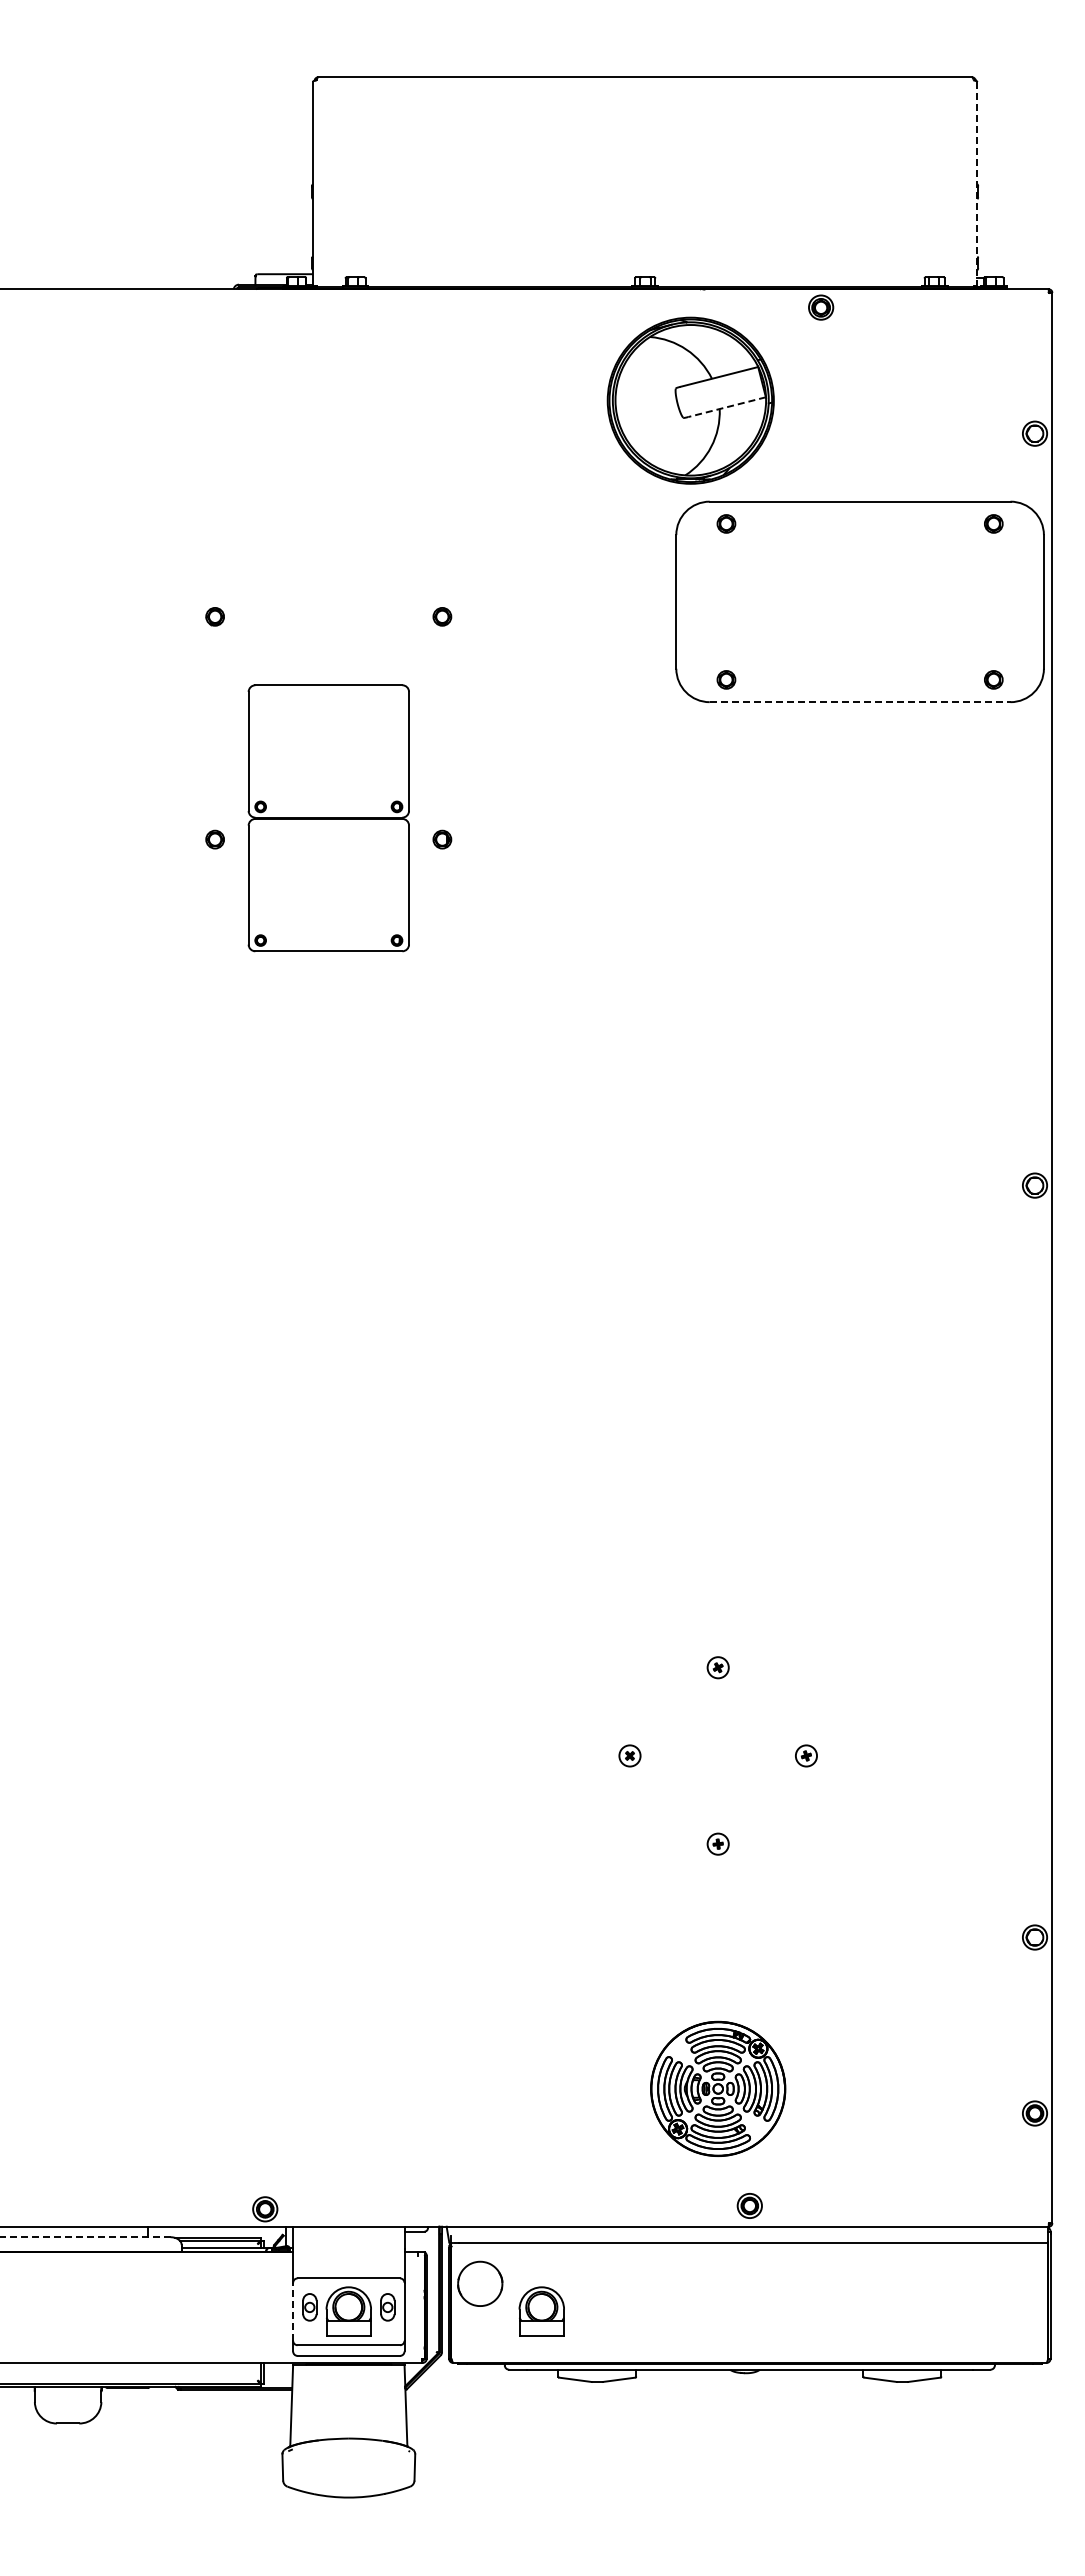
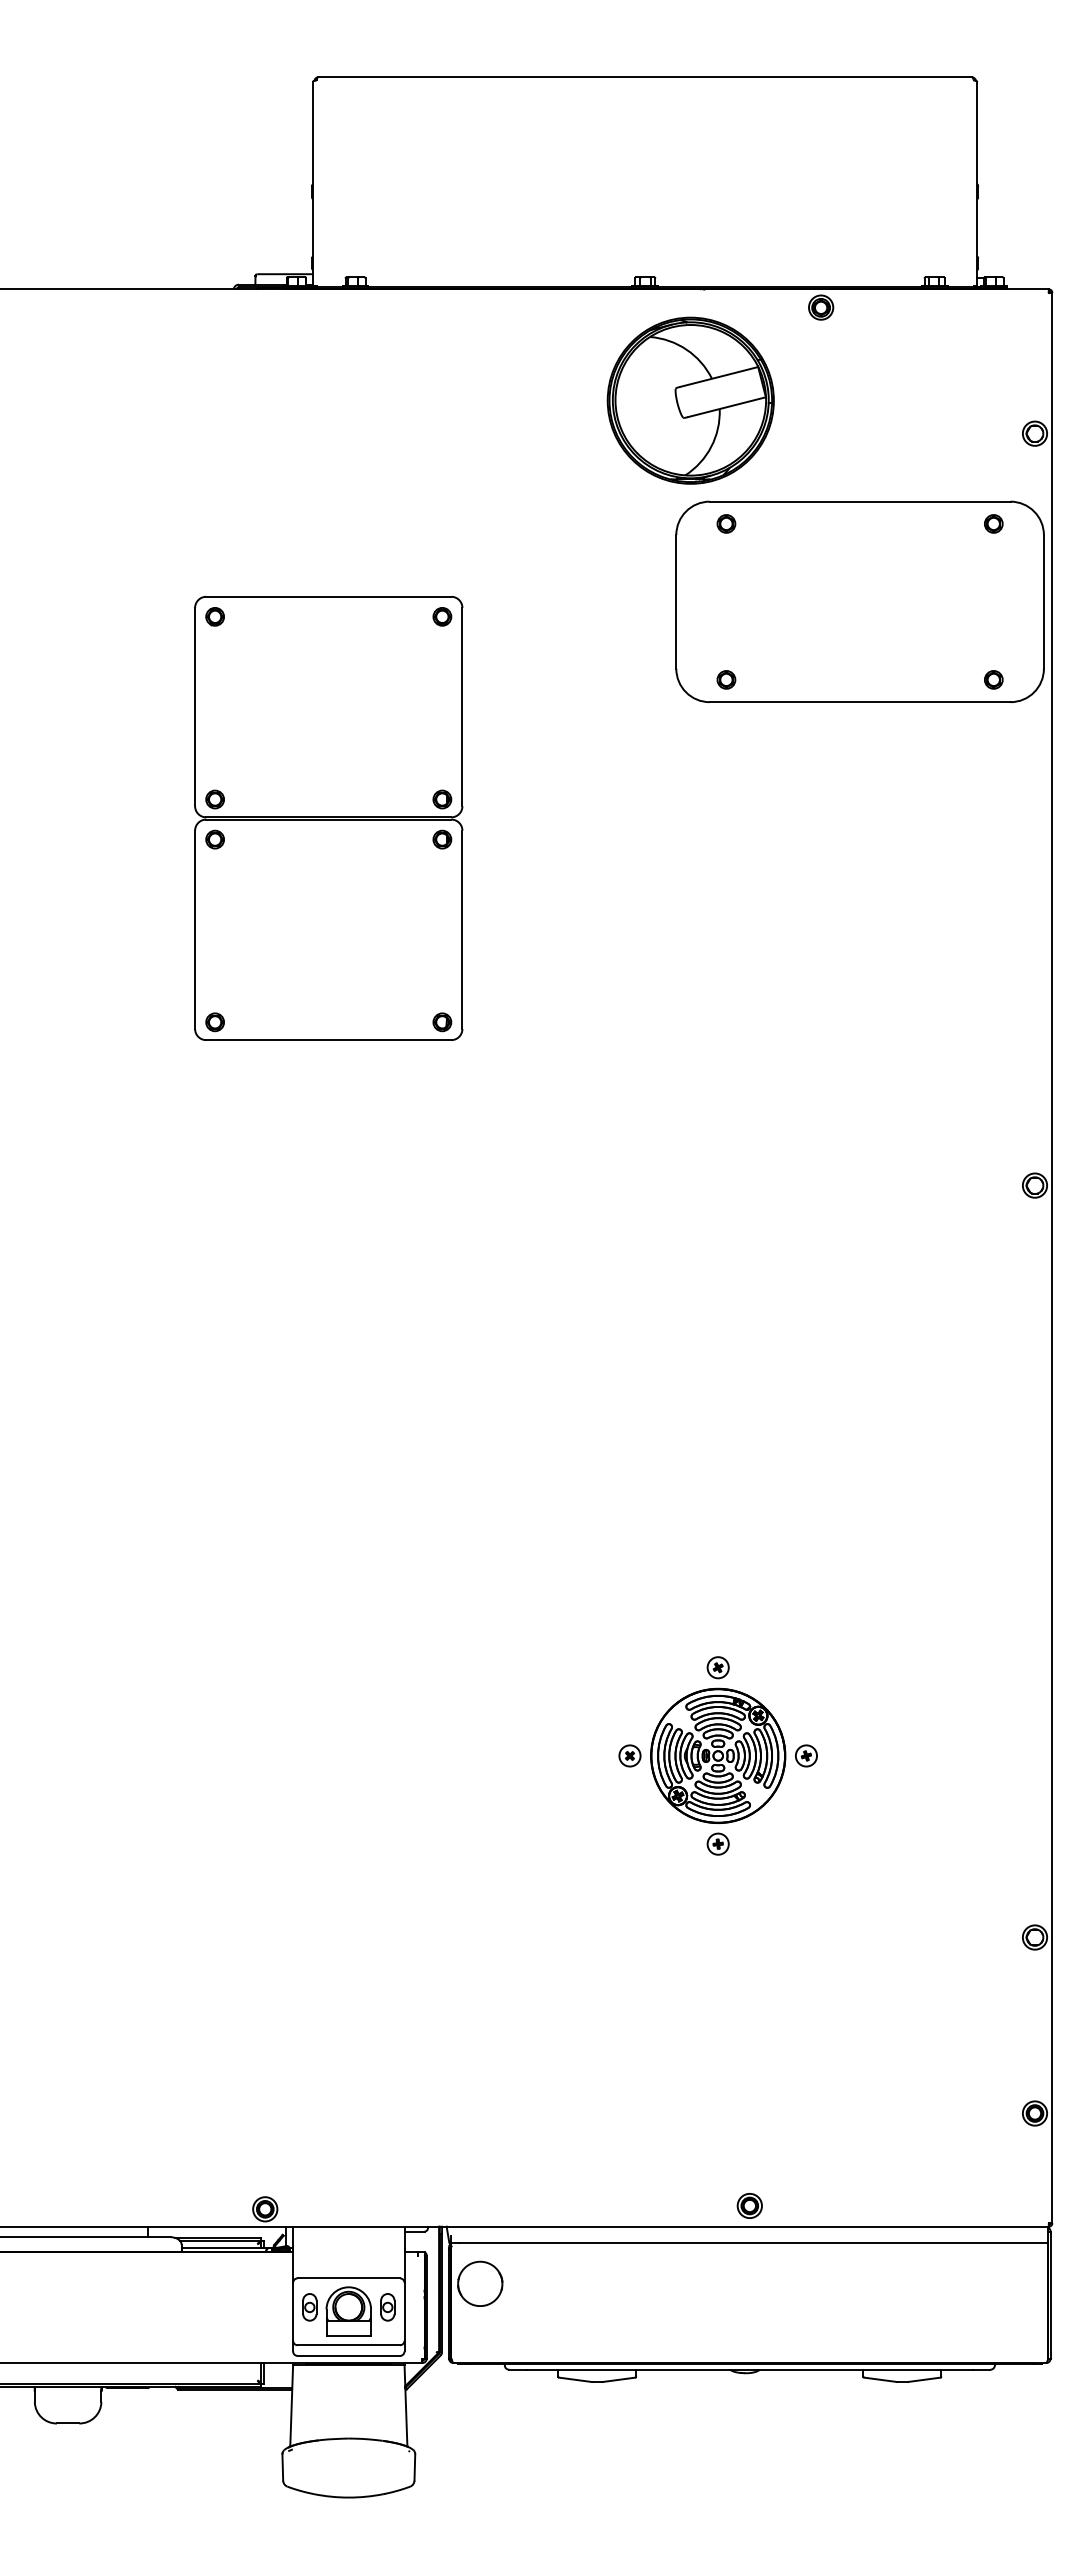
line at (977, 183): dashed -> solid
line at (726, 407): dashed -> solid
line at (860, 702): dashed -> solid
part at (328, 818) size: 163x269 px -> 270x446 px
part at (718, 2088) position: (718, 2088) -> (718, 1755)
line at (85, 2237): dashed -> solid
line at (293, 2311): dashed -> solid
part at (541, 2311): present -> none
